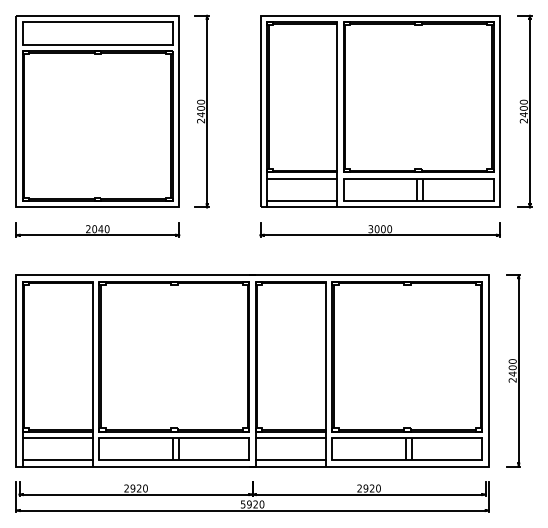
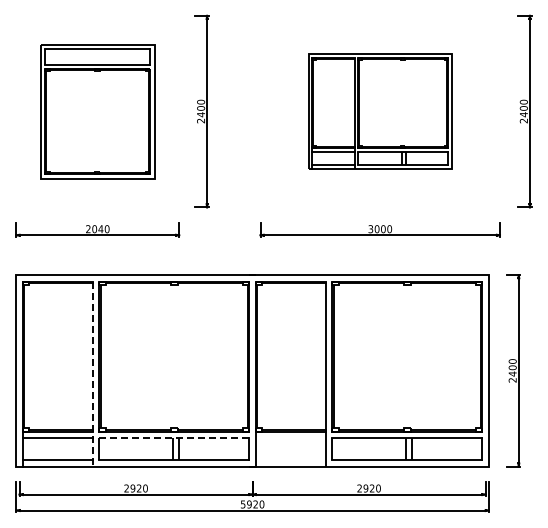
part at (97, 111) size: 165x193 px -> 116x136 px
part at (380, 111) size: 241x193 px -> 145x117 px
line at (93, 374): solid -> dashed
line at (174, 437): solid -> dashed
line at (290, 437): present -> none
line at (290, 460): present -> none
